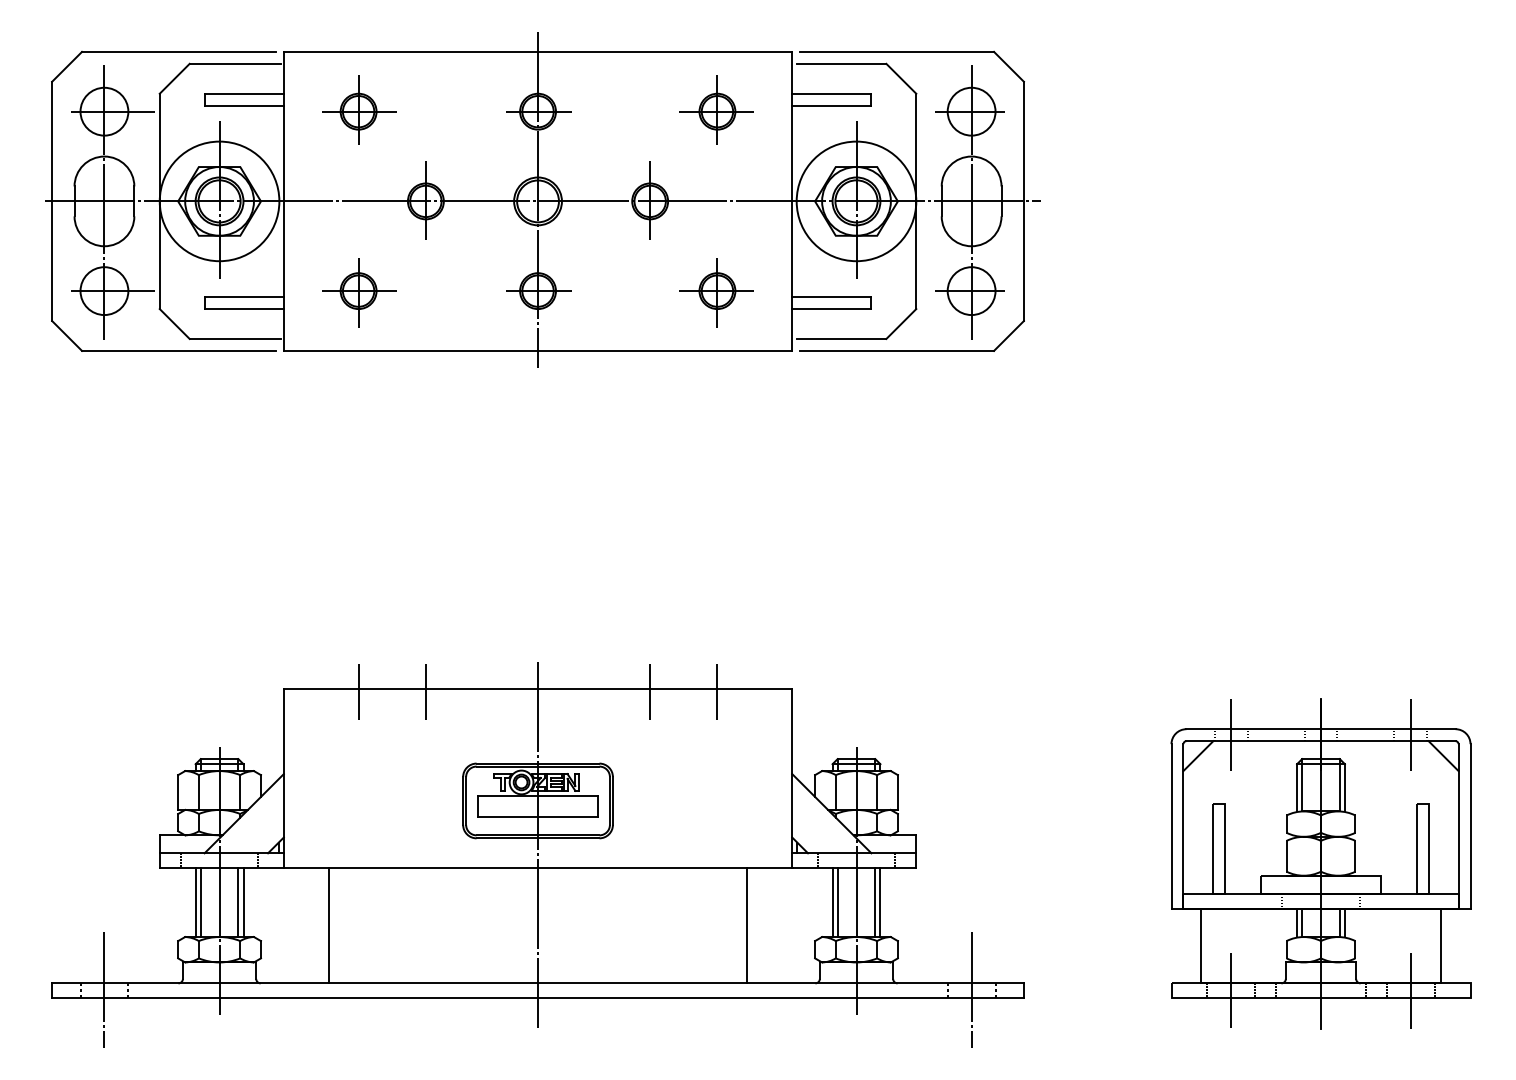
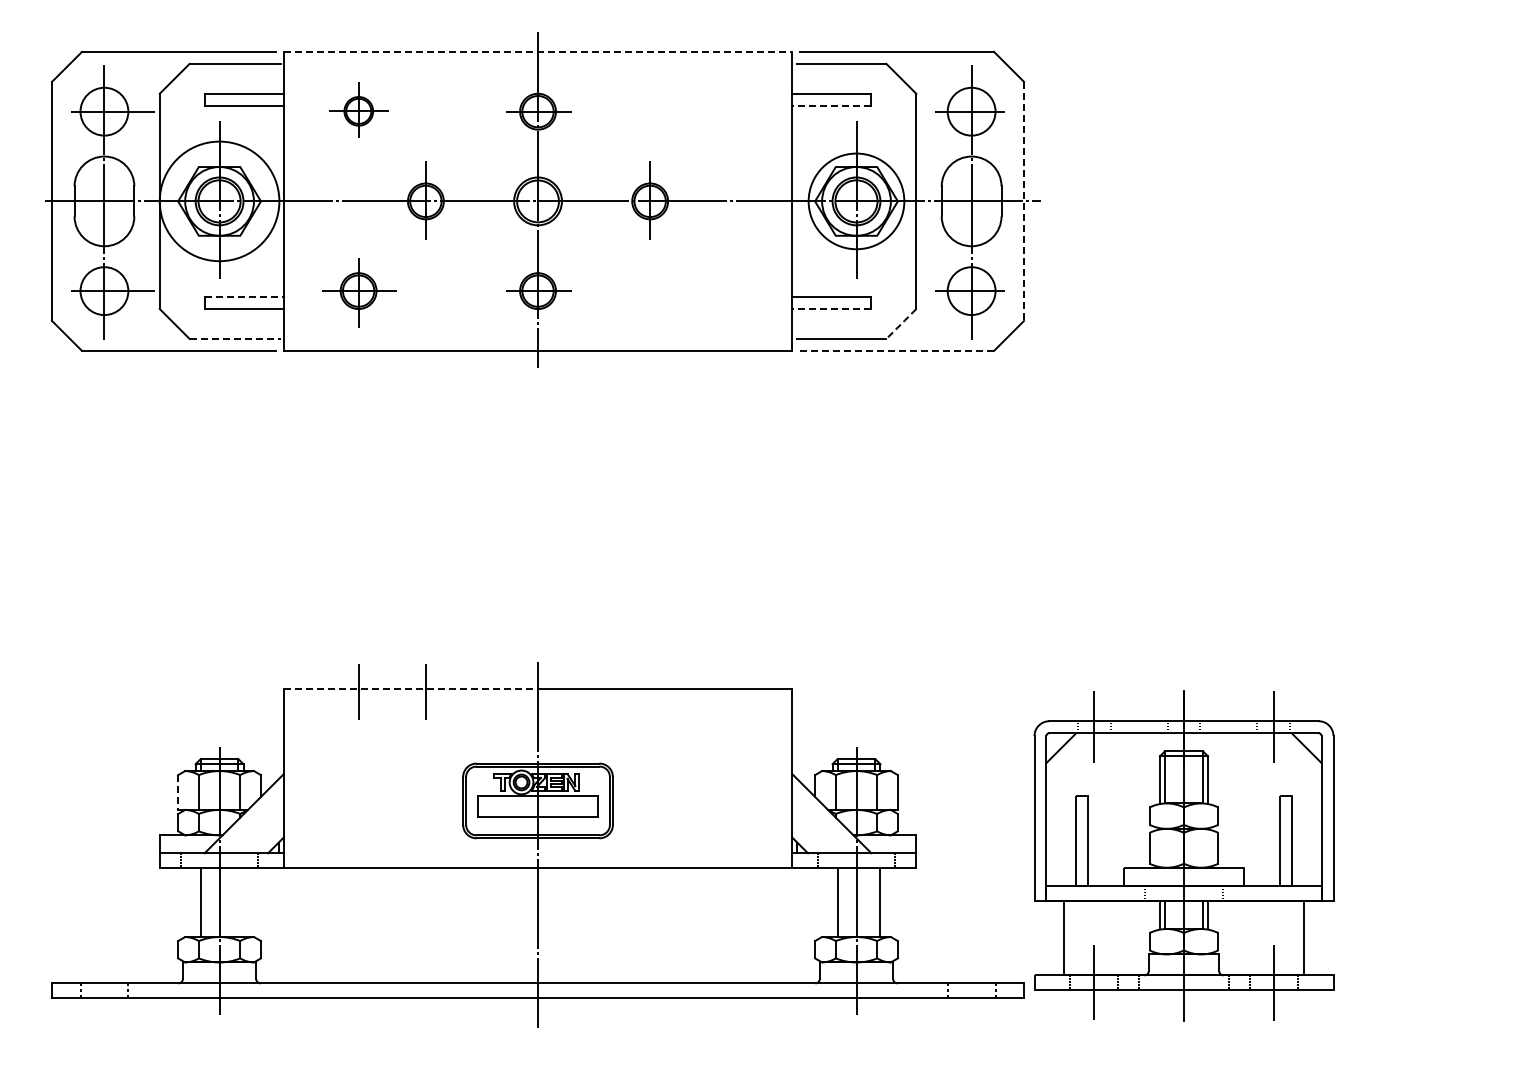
line at (538, 51): solid -> dashed
line at (831, 105): solid -> dashed
part at (359, 109) size: 75x70 px -> 60x56 px
part at (716, 109): present -> none
circle at (856, 201) diameter: 120 px -> 96 px
line at (1023, 201): solid -> dashed
part at (716, 292): present -> none
line at (244, 297): solid -> dashed
line at (831, 309): solid -> dashed
line at (901, 324): solid -> dashed
line at (235, 338): solid -> dashed
line at (896, 350): solid -> dashed
line at (411, 688): solid -> dashed
line at (650, 691): present -> none
line at (717, 691): present -> none
line at (178, 793): solid -> dashed
part at (1320, 863) position: (1320, 863) -> (1183, 855)
line at (195, 902): present -> none
line at (238, 902): present -> none
line at (243, 902): present -> none
line at (832, 902): present -> none
line at (875, 902): present -> none
line at (328, 925): present -> none
line at (747, 925): present -> none
line at (104, 989): present -> none
line at (971, 989): present -> none
